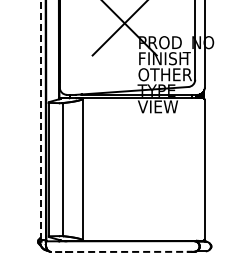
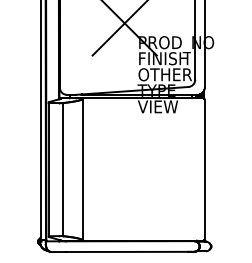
line at (40, 120): dashed -> solid
line at (122, 251): dashed -> solid
